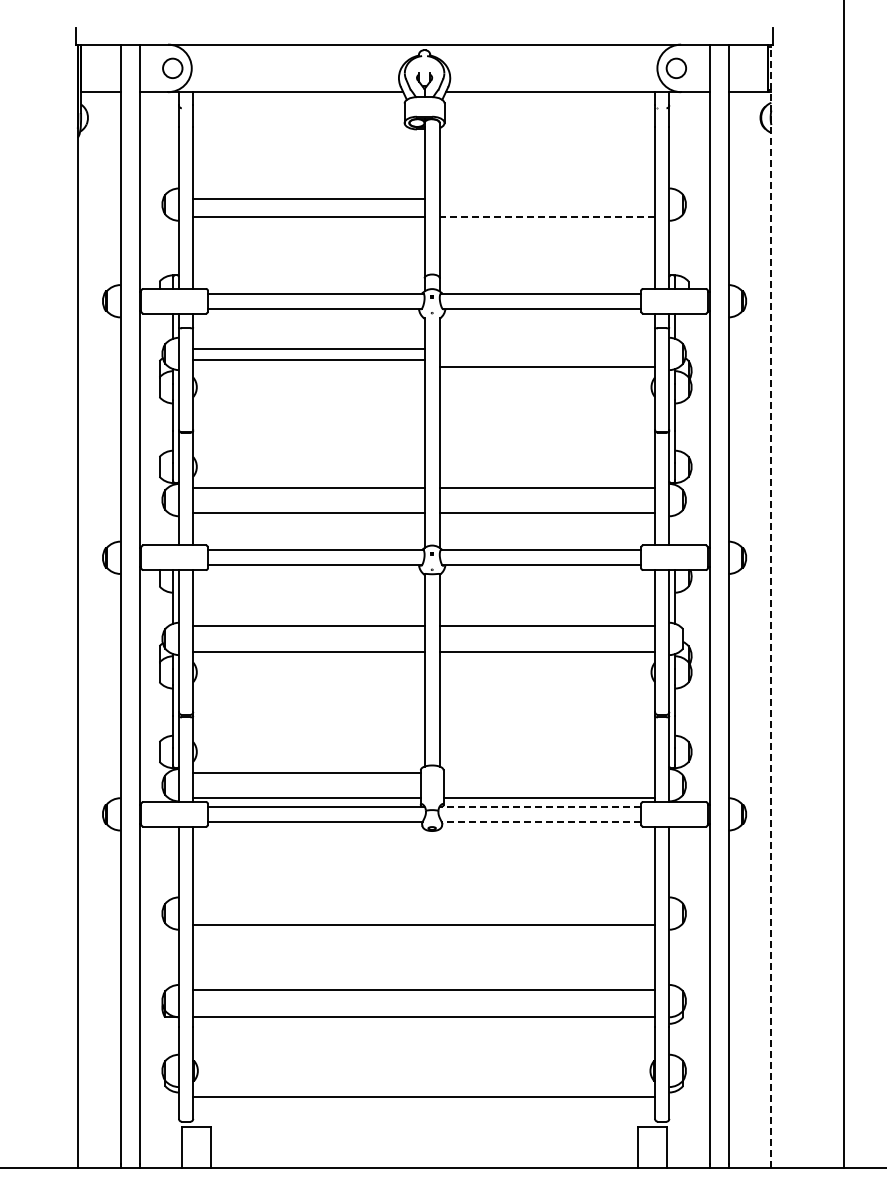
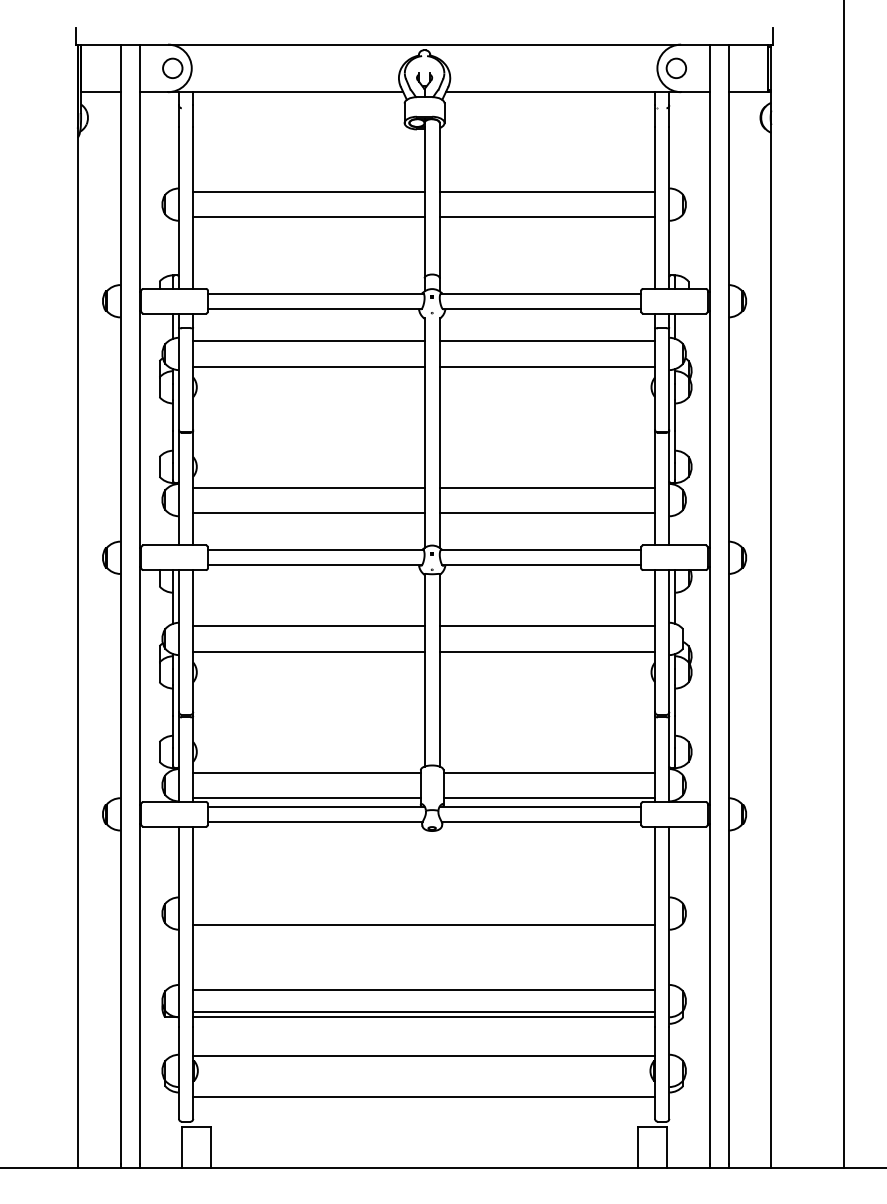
line at (547, 192): none -> present
line at (308, 199) position: (308, 199) -> (308, 192)
line at (547, 217): dashed -> solid
line at (547, 341): none -> present
line at (308, 349) position: (308, 349) -> (308, 341)
line at (308, 359) position: (308, 359) -> (308, 366)
line at (771, 606): dashed -> solid
line at (549, 772): none -> present
line at (540, 806): dashed -> solid
line at (541, 821): dashed -> solid
line at (424, 1011): none -> present
line at (424, 1055): none -> present
